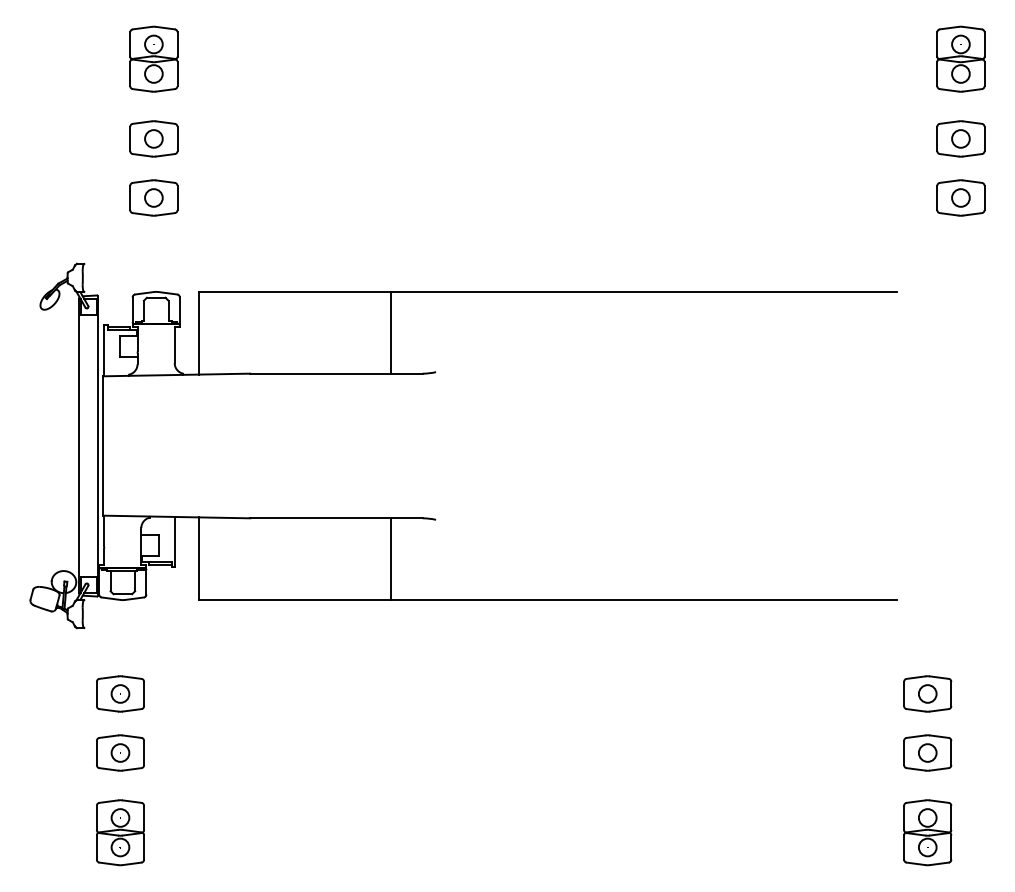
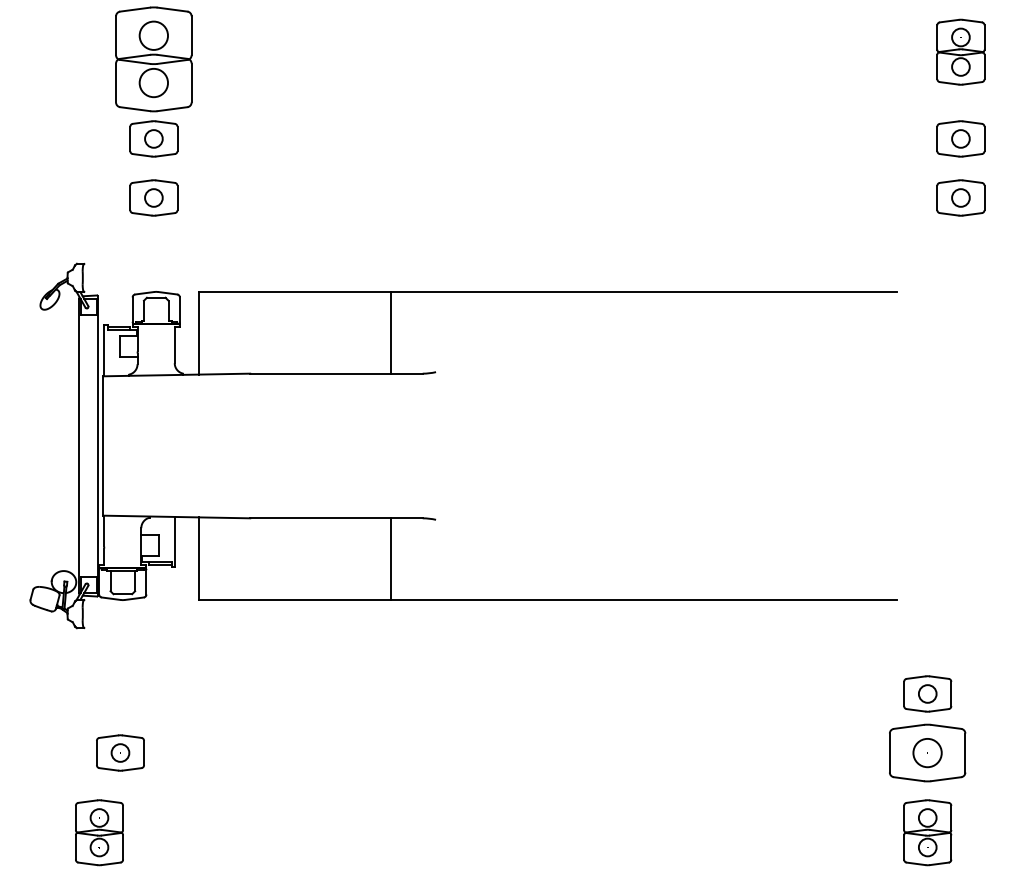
part at (153, 58) size: 50x68 px -> 78x107 px
part at (960, 58) position: (960, 58) -> (960, 51)
part at (120, 693): present -> none
part at (927, 752) size: 50x38 px -> 78x60 px
part at (120, 832) position: (120, 832) -> (99, 832)
